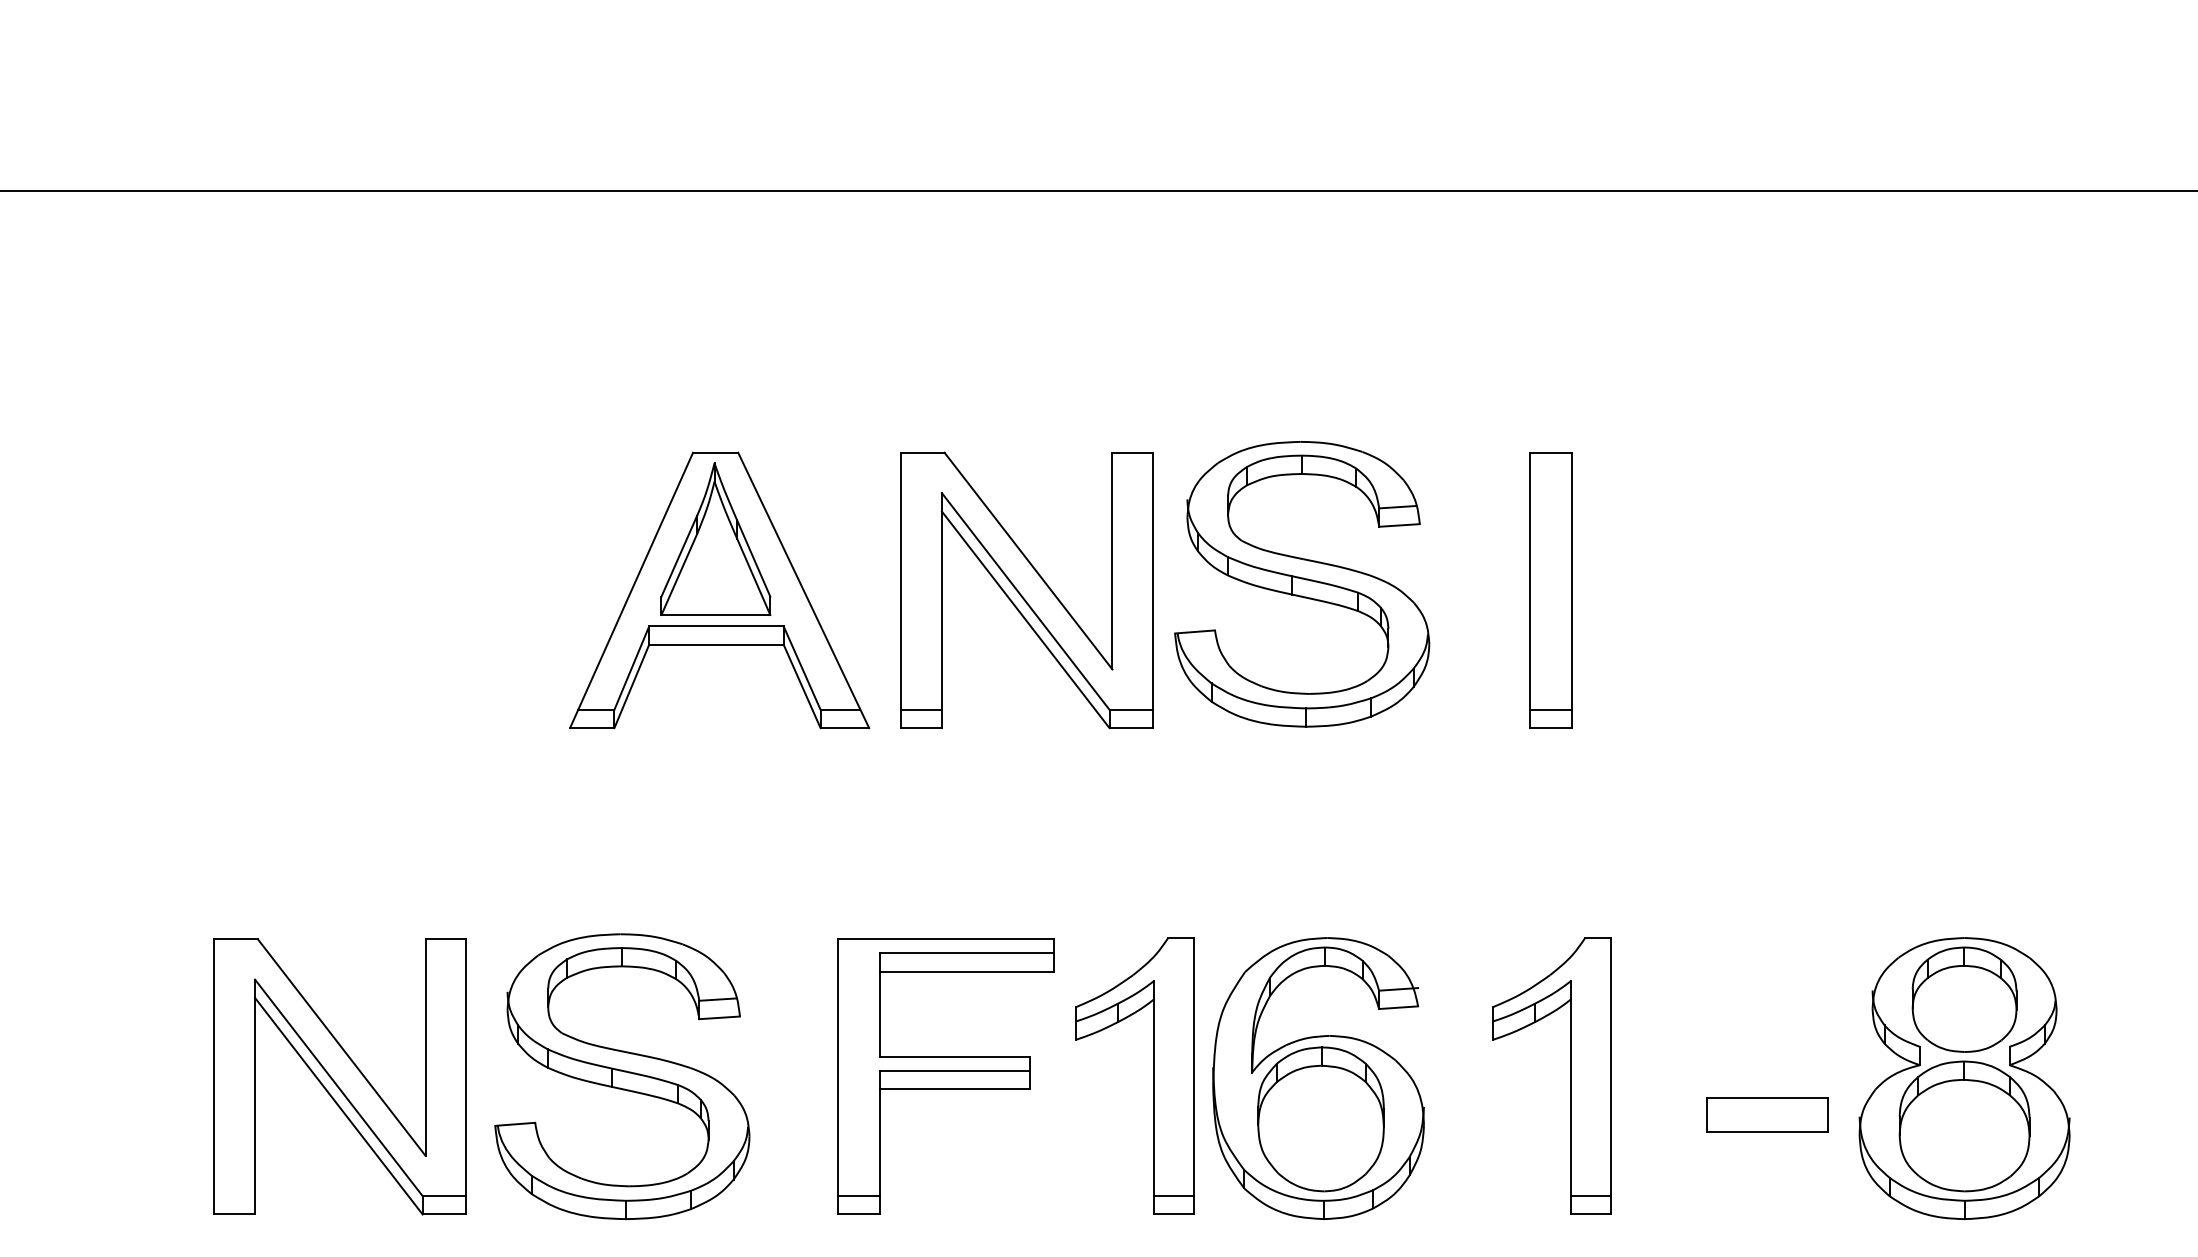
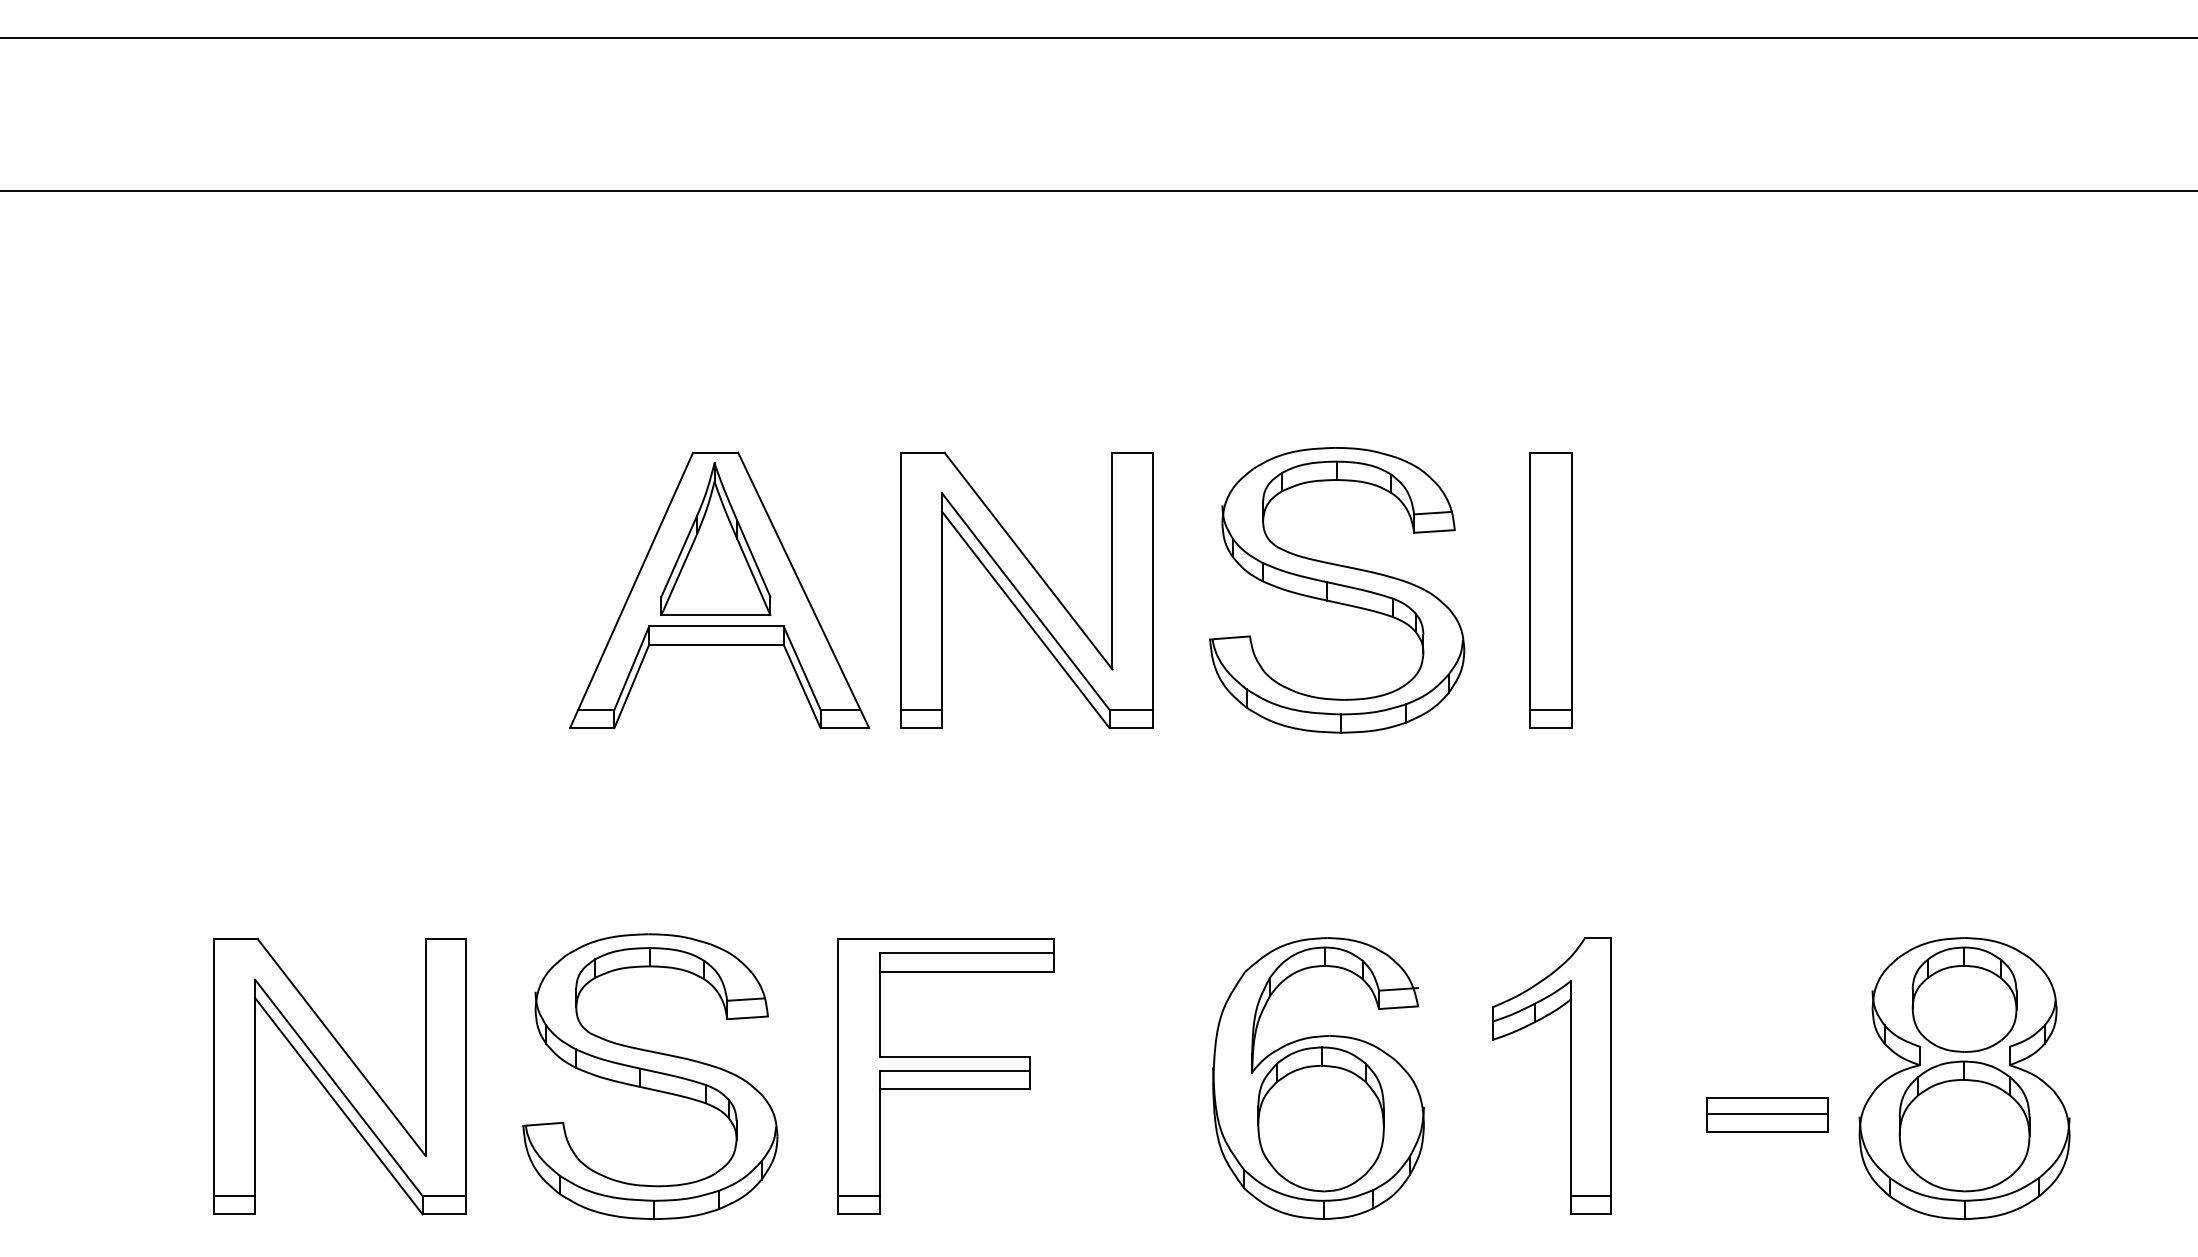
line at (1098, 37): none -> present
part at (1302, 584) position: (1302, 584) -> (1337, 590)
part at (1153, 1075): present -> none
part at (622, 1076) position: (622, 1076) -> (650, 1076)
line at (1767, 1113): none -> present
line at (234, 1196): none -> present
